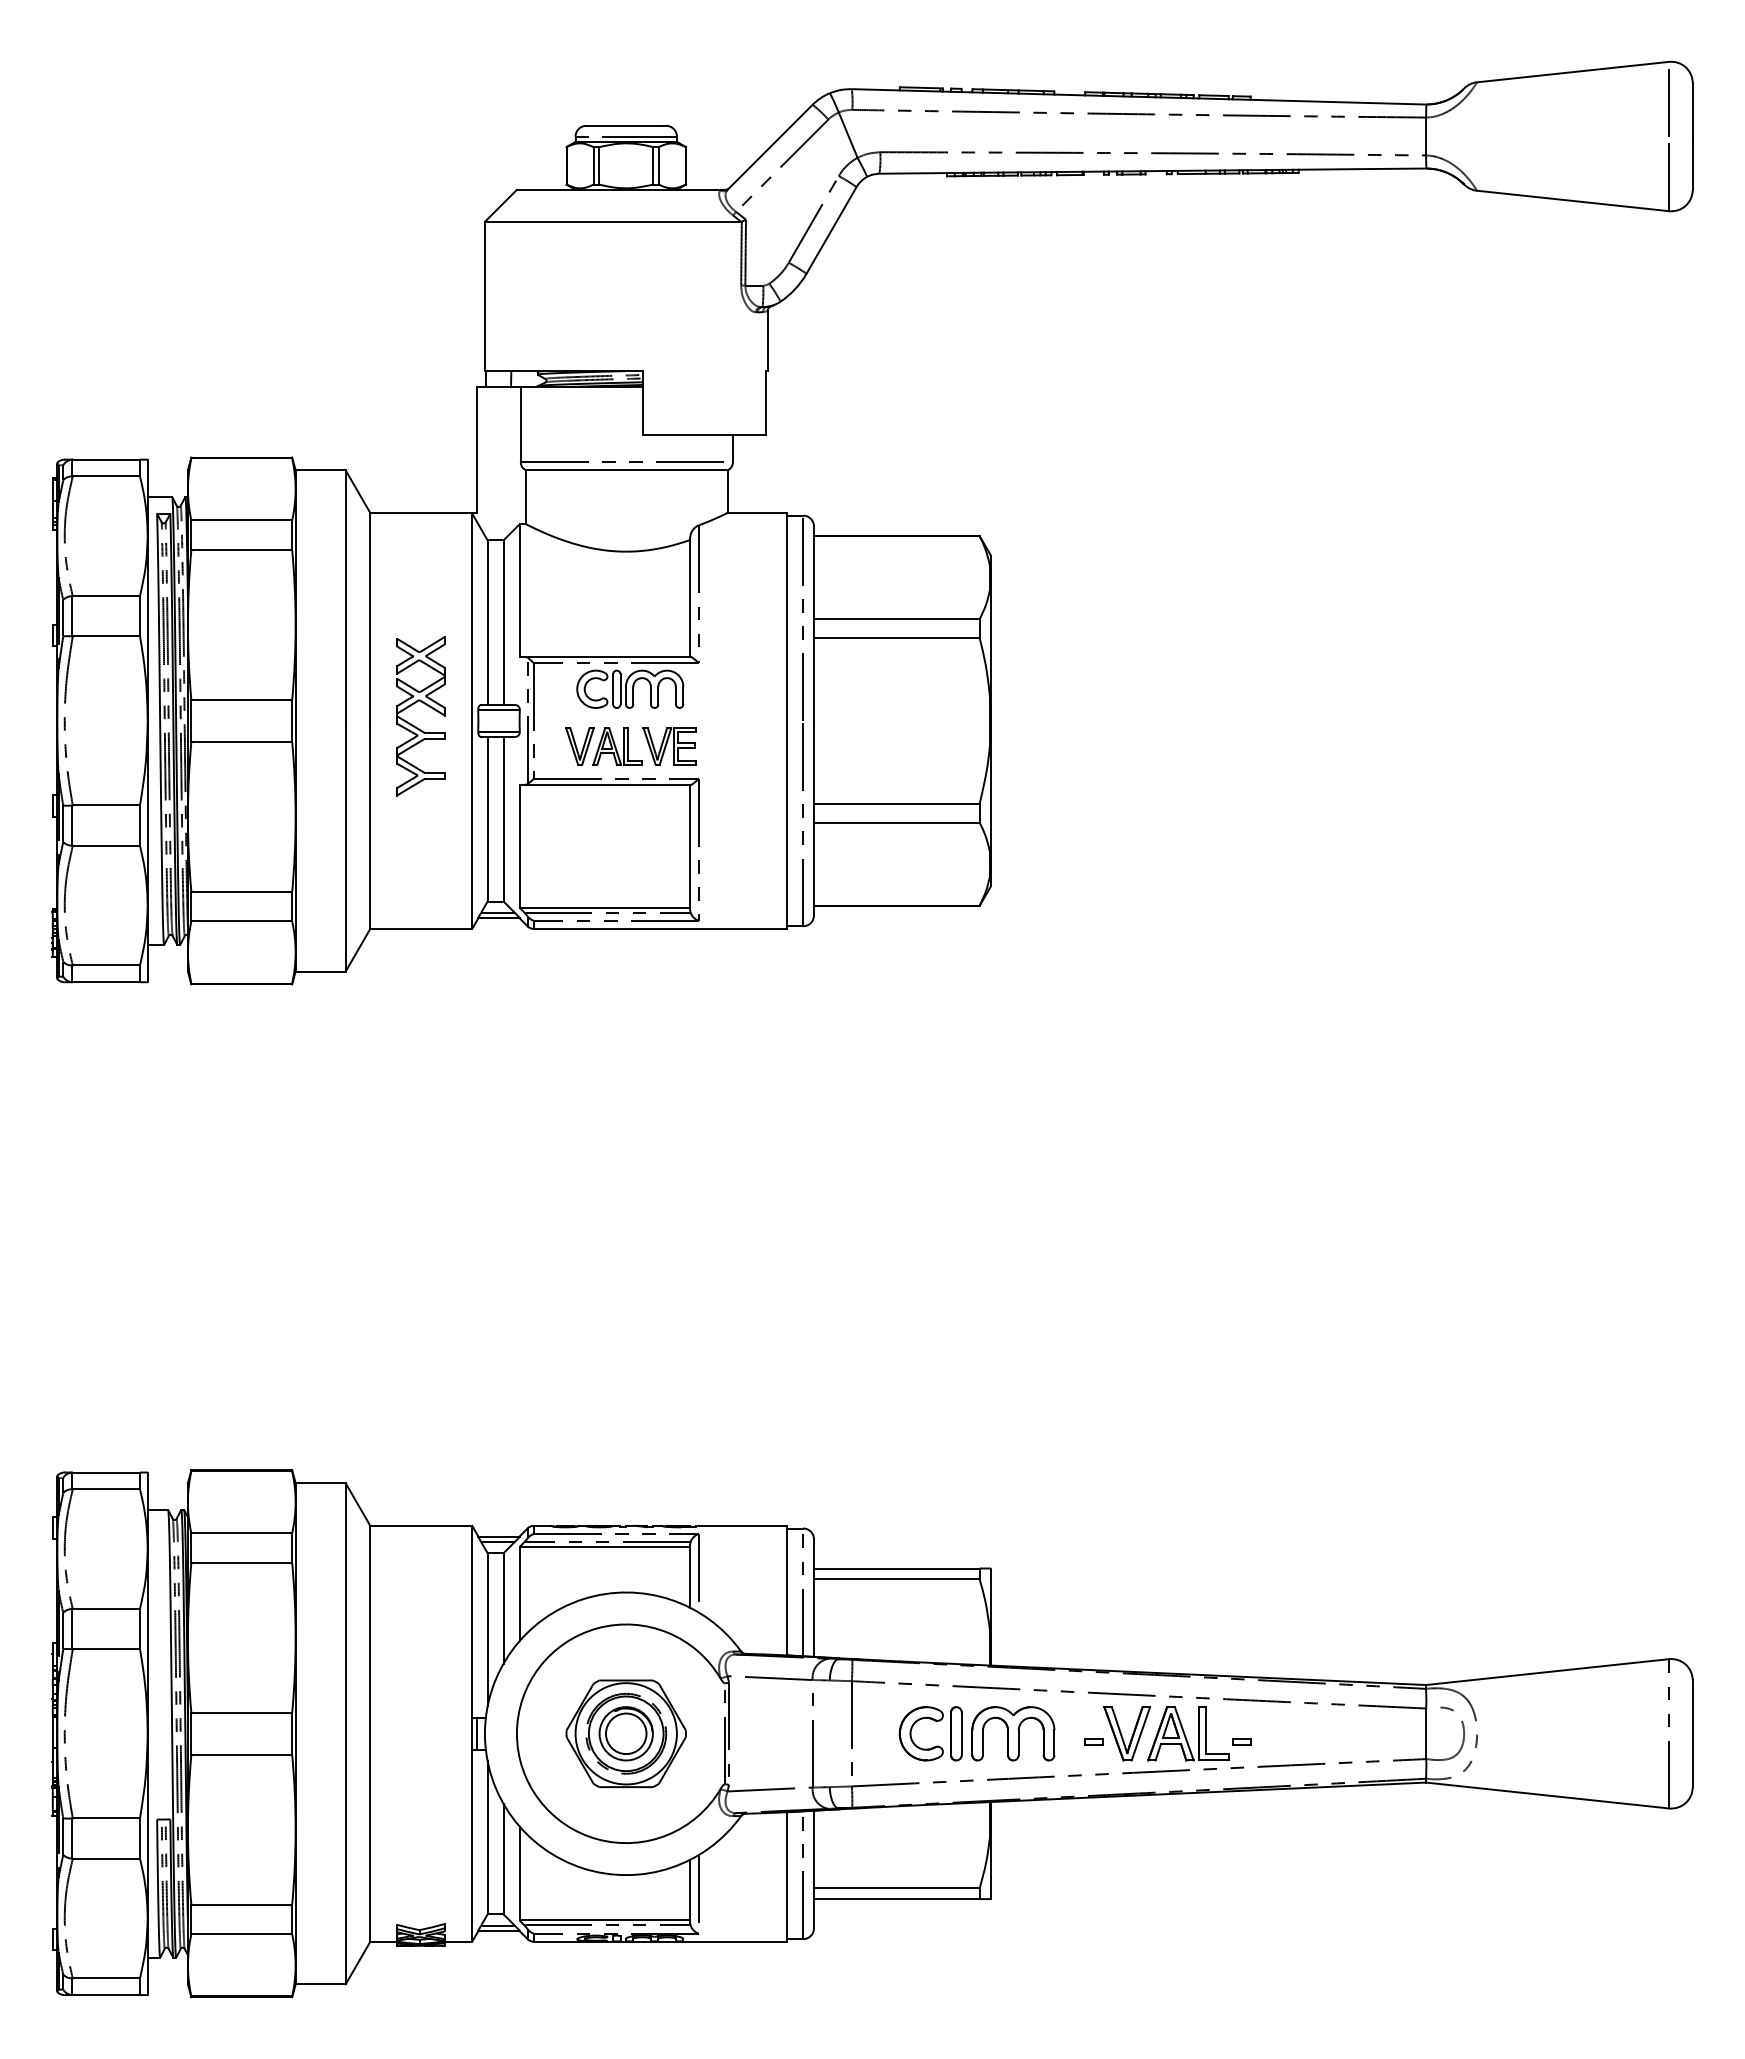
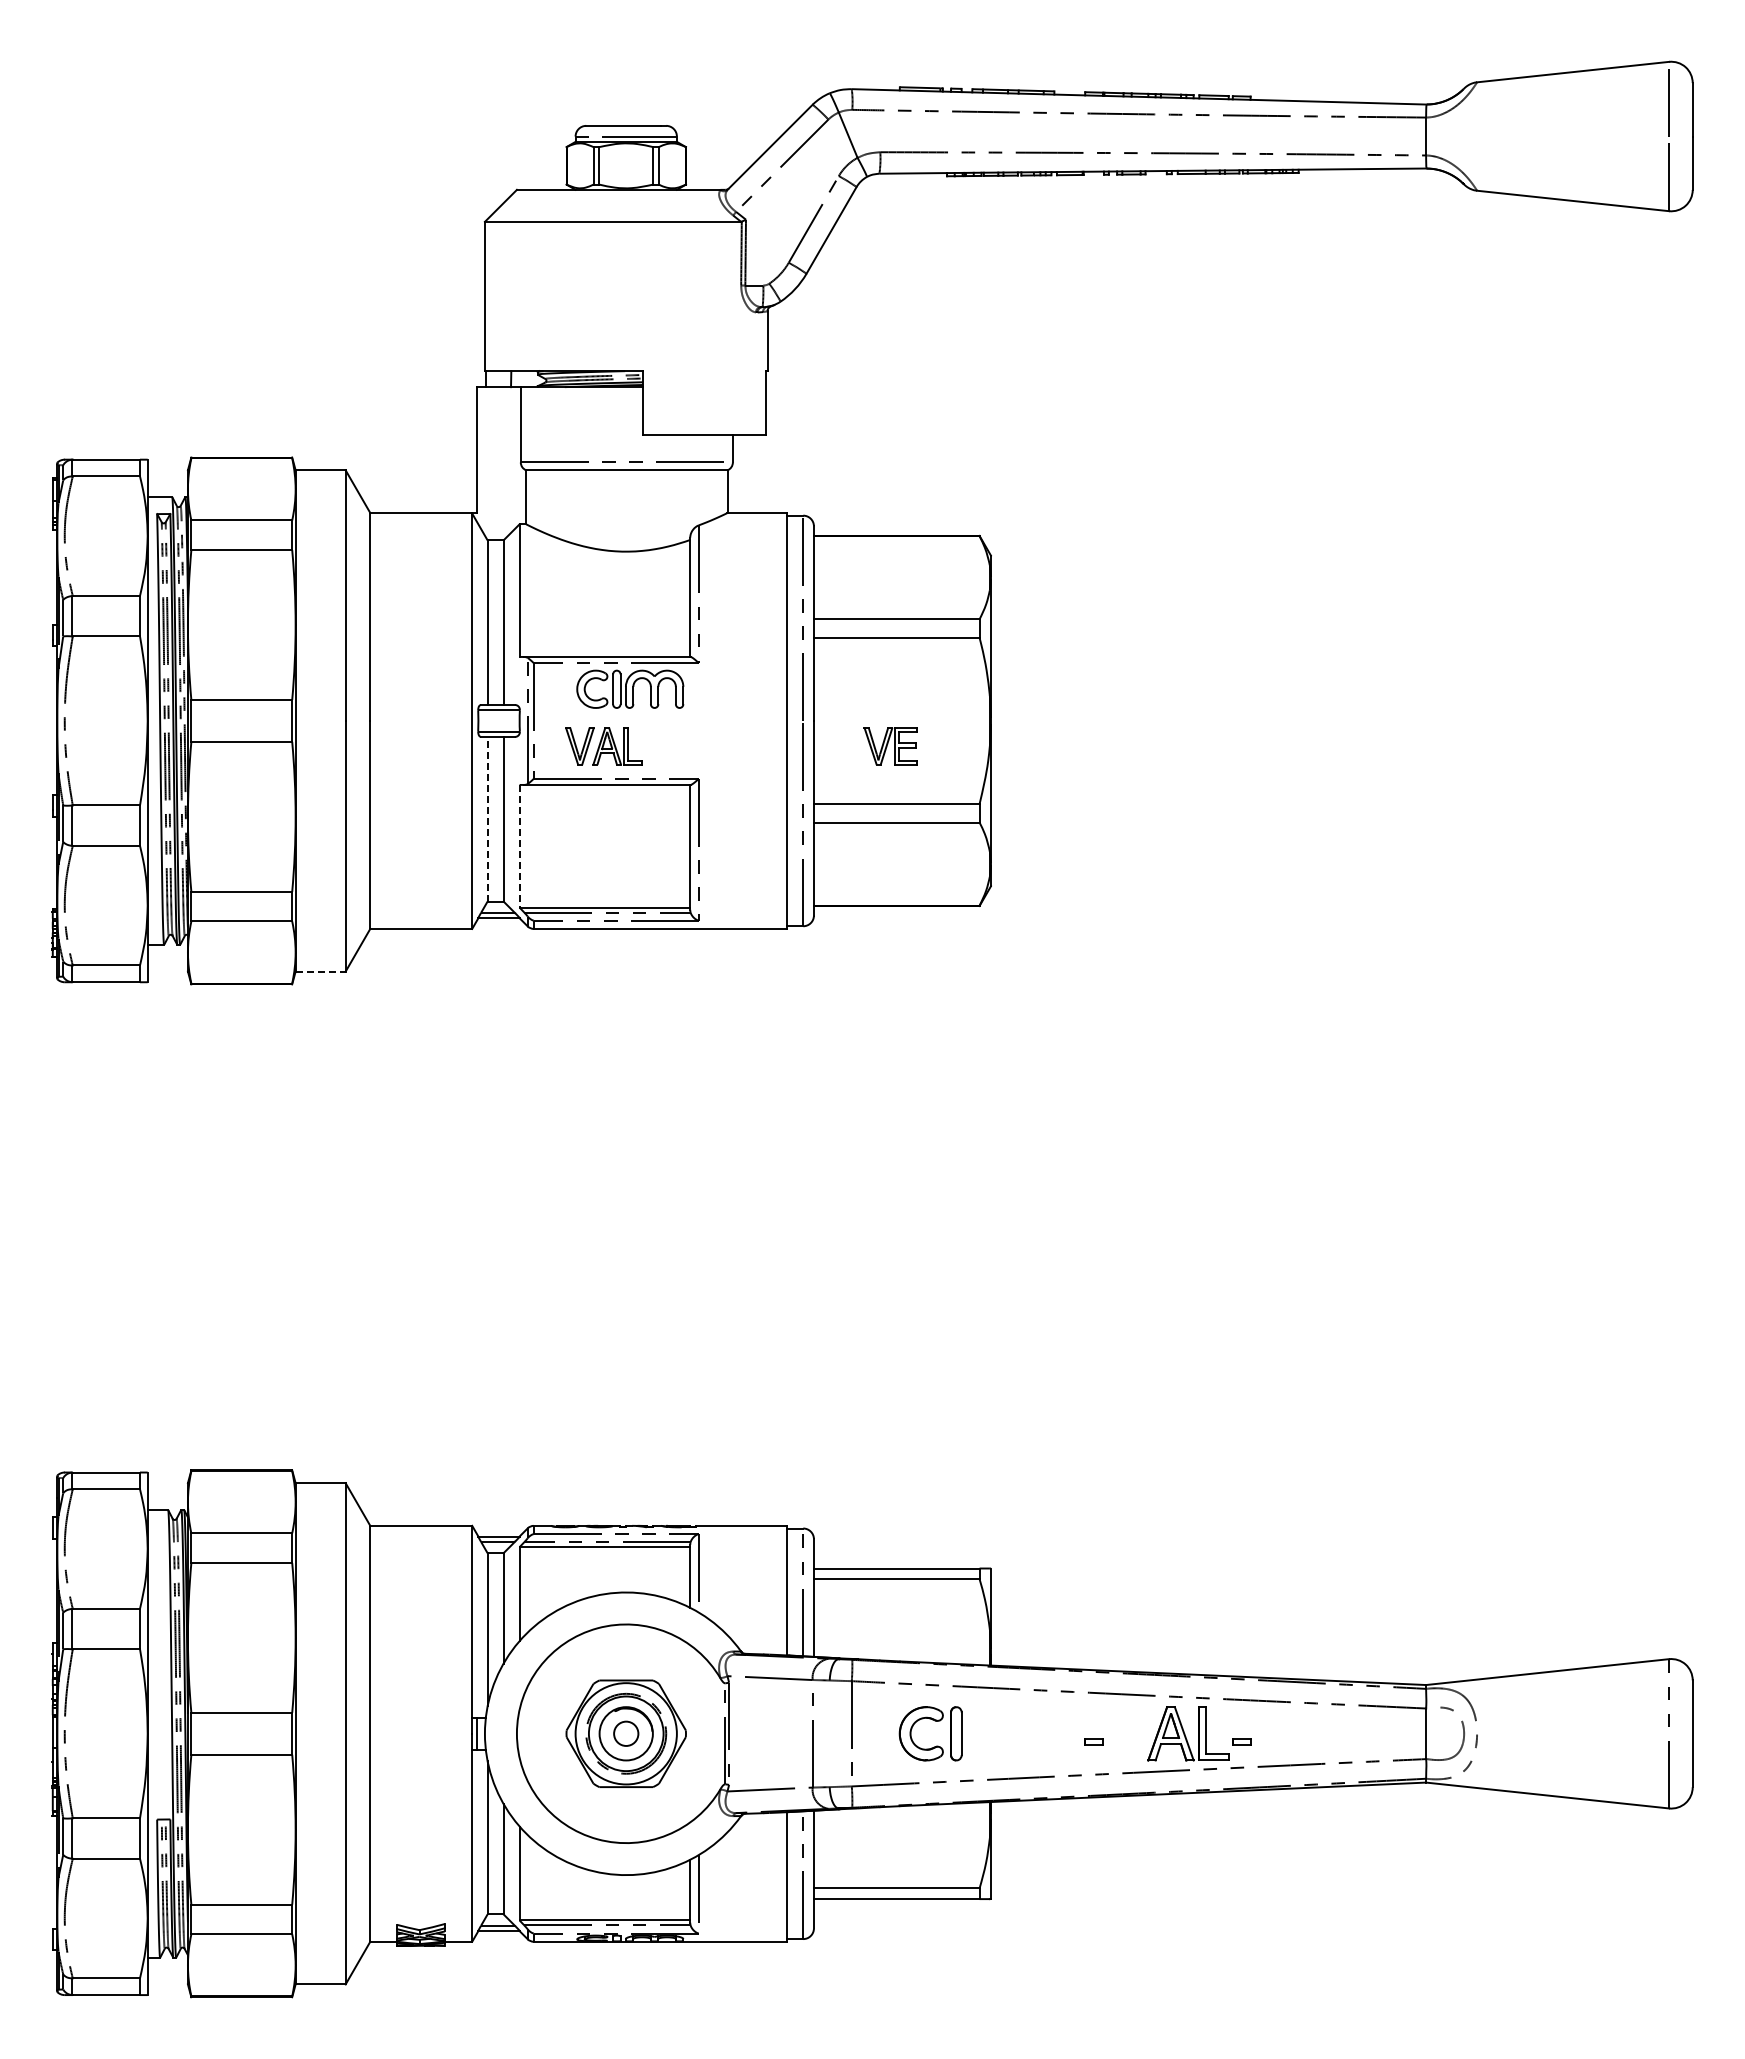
part at (416, 726): present -> none
part at (669, 746) position: (669, 746) -> (890, 746)
line at (487, 818): solid -> dashed
line at (519, 846): solid -> dashed
line at (321, 971): solid -> dashed
circle at (626, 1733) diameter: 41 px -> 24 px
part at (1013, 1733): present -> none
part at (1127, 1733): present -> none
